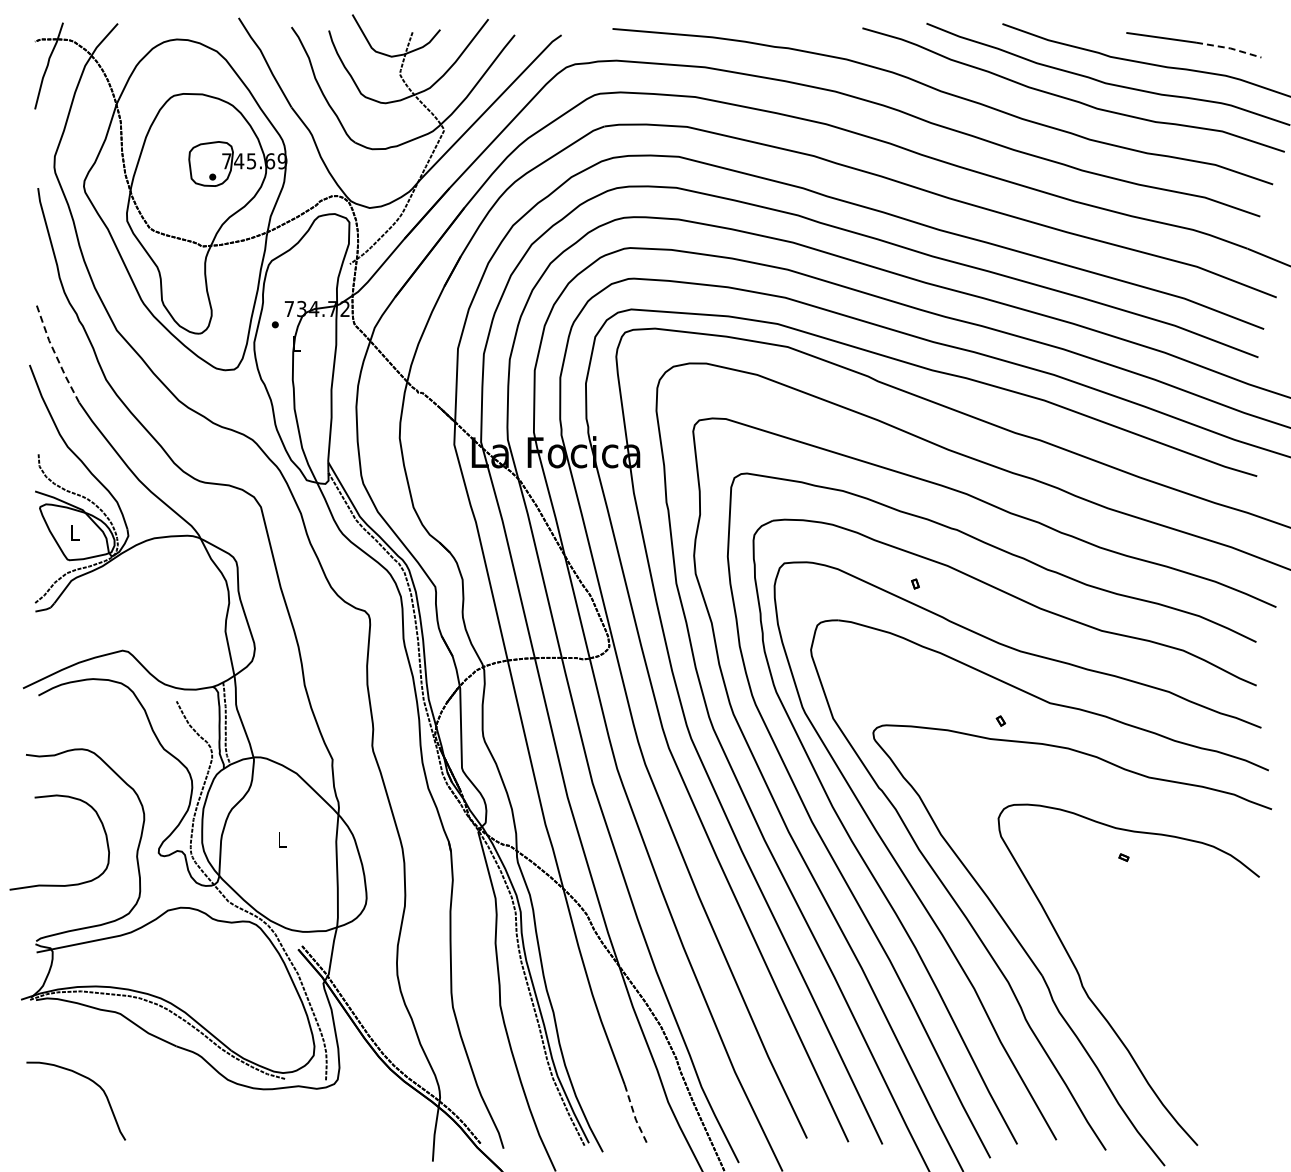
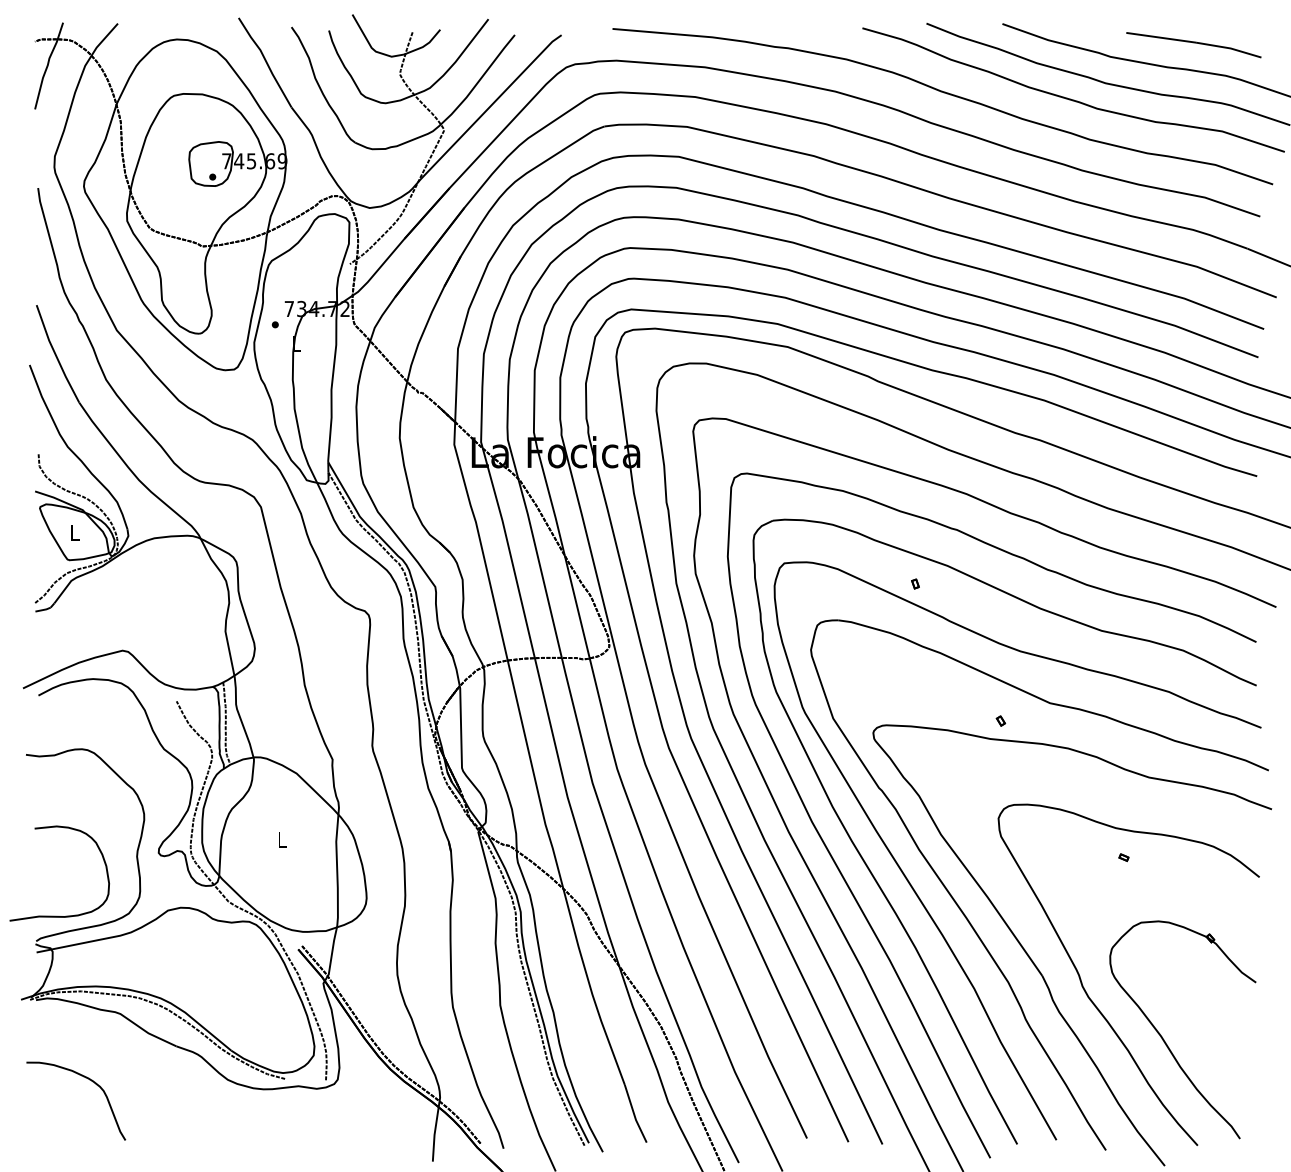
line at (1229, 48): dashed -> solid
line at (55, 355): dashed -> solid
curve at (58, 884) position: (58, 884) -> (58, 915)
part at (1164, 1039): none -> present
line at (634, 1115): dashed -> solid
